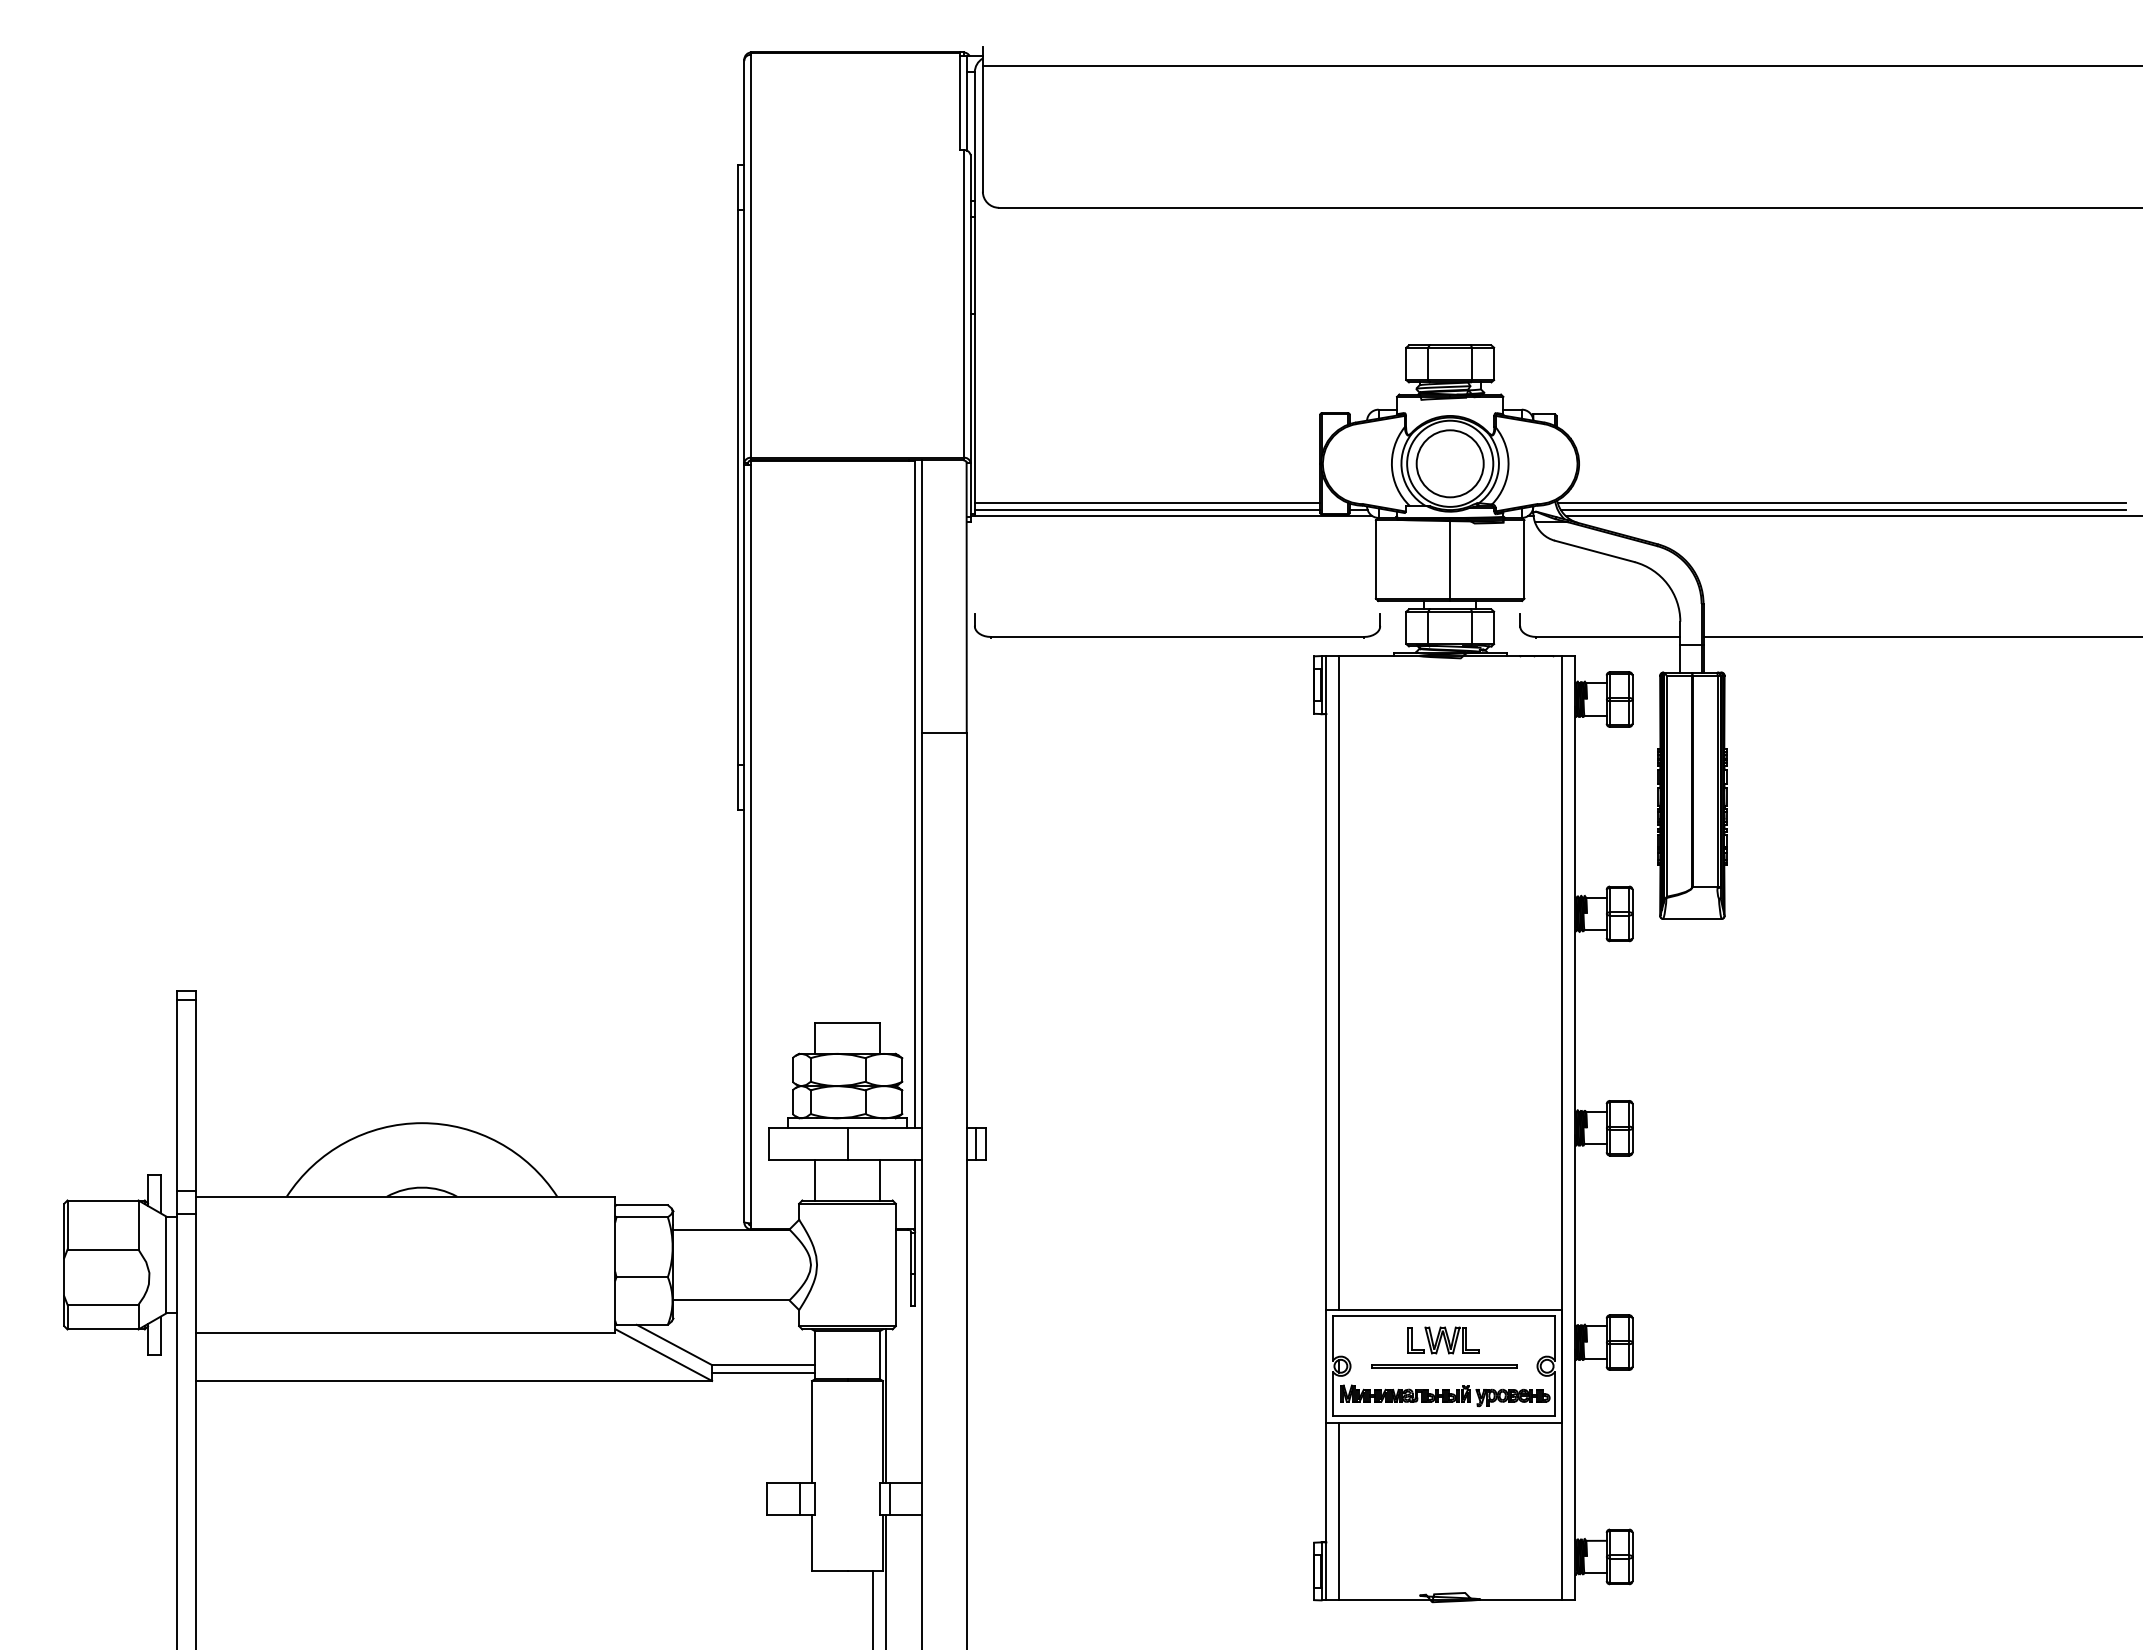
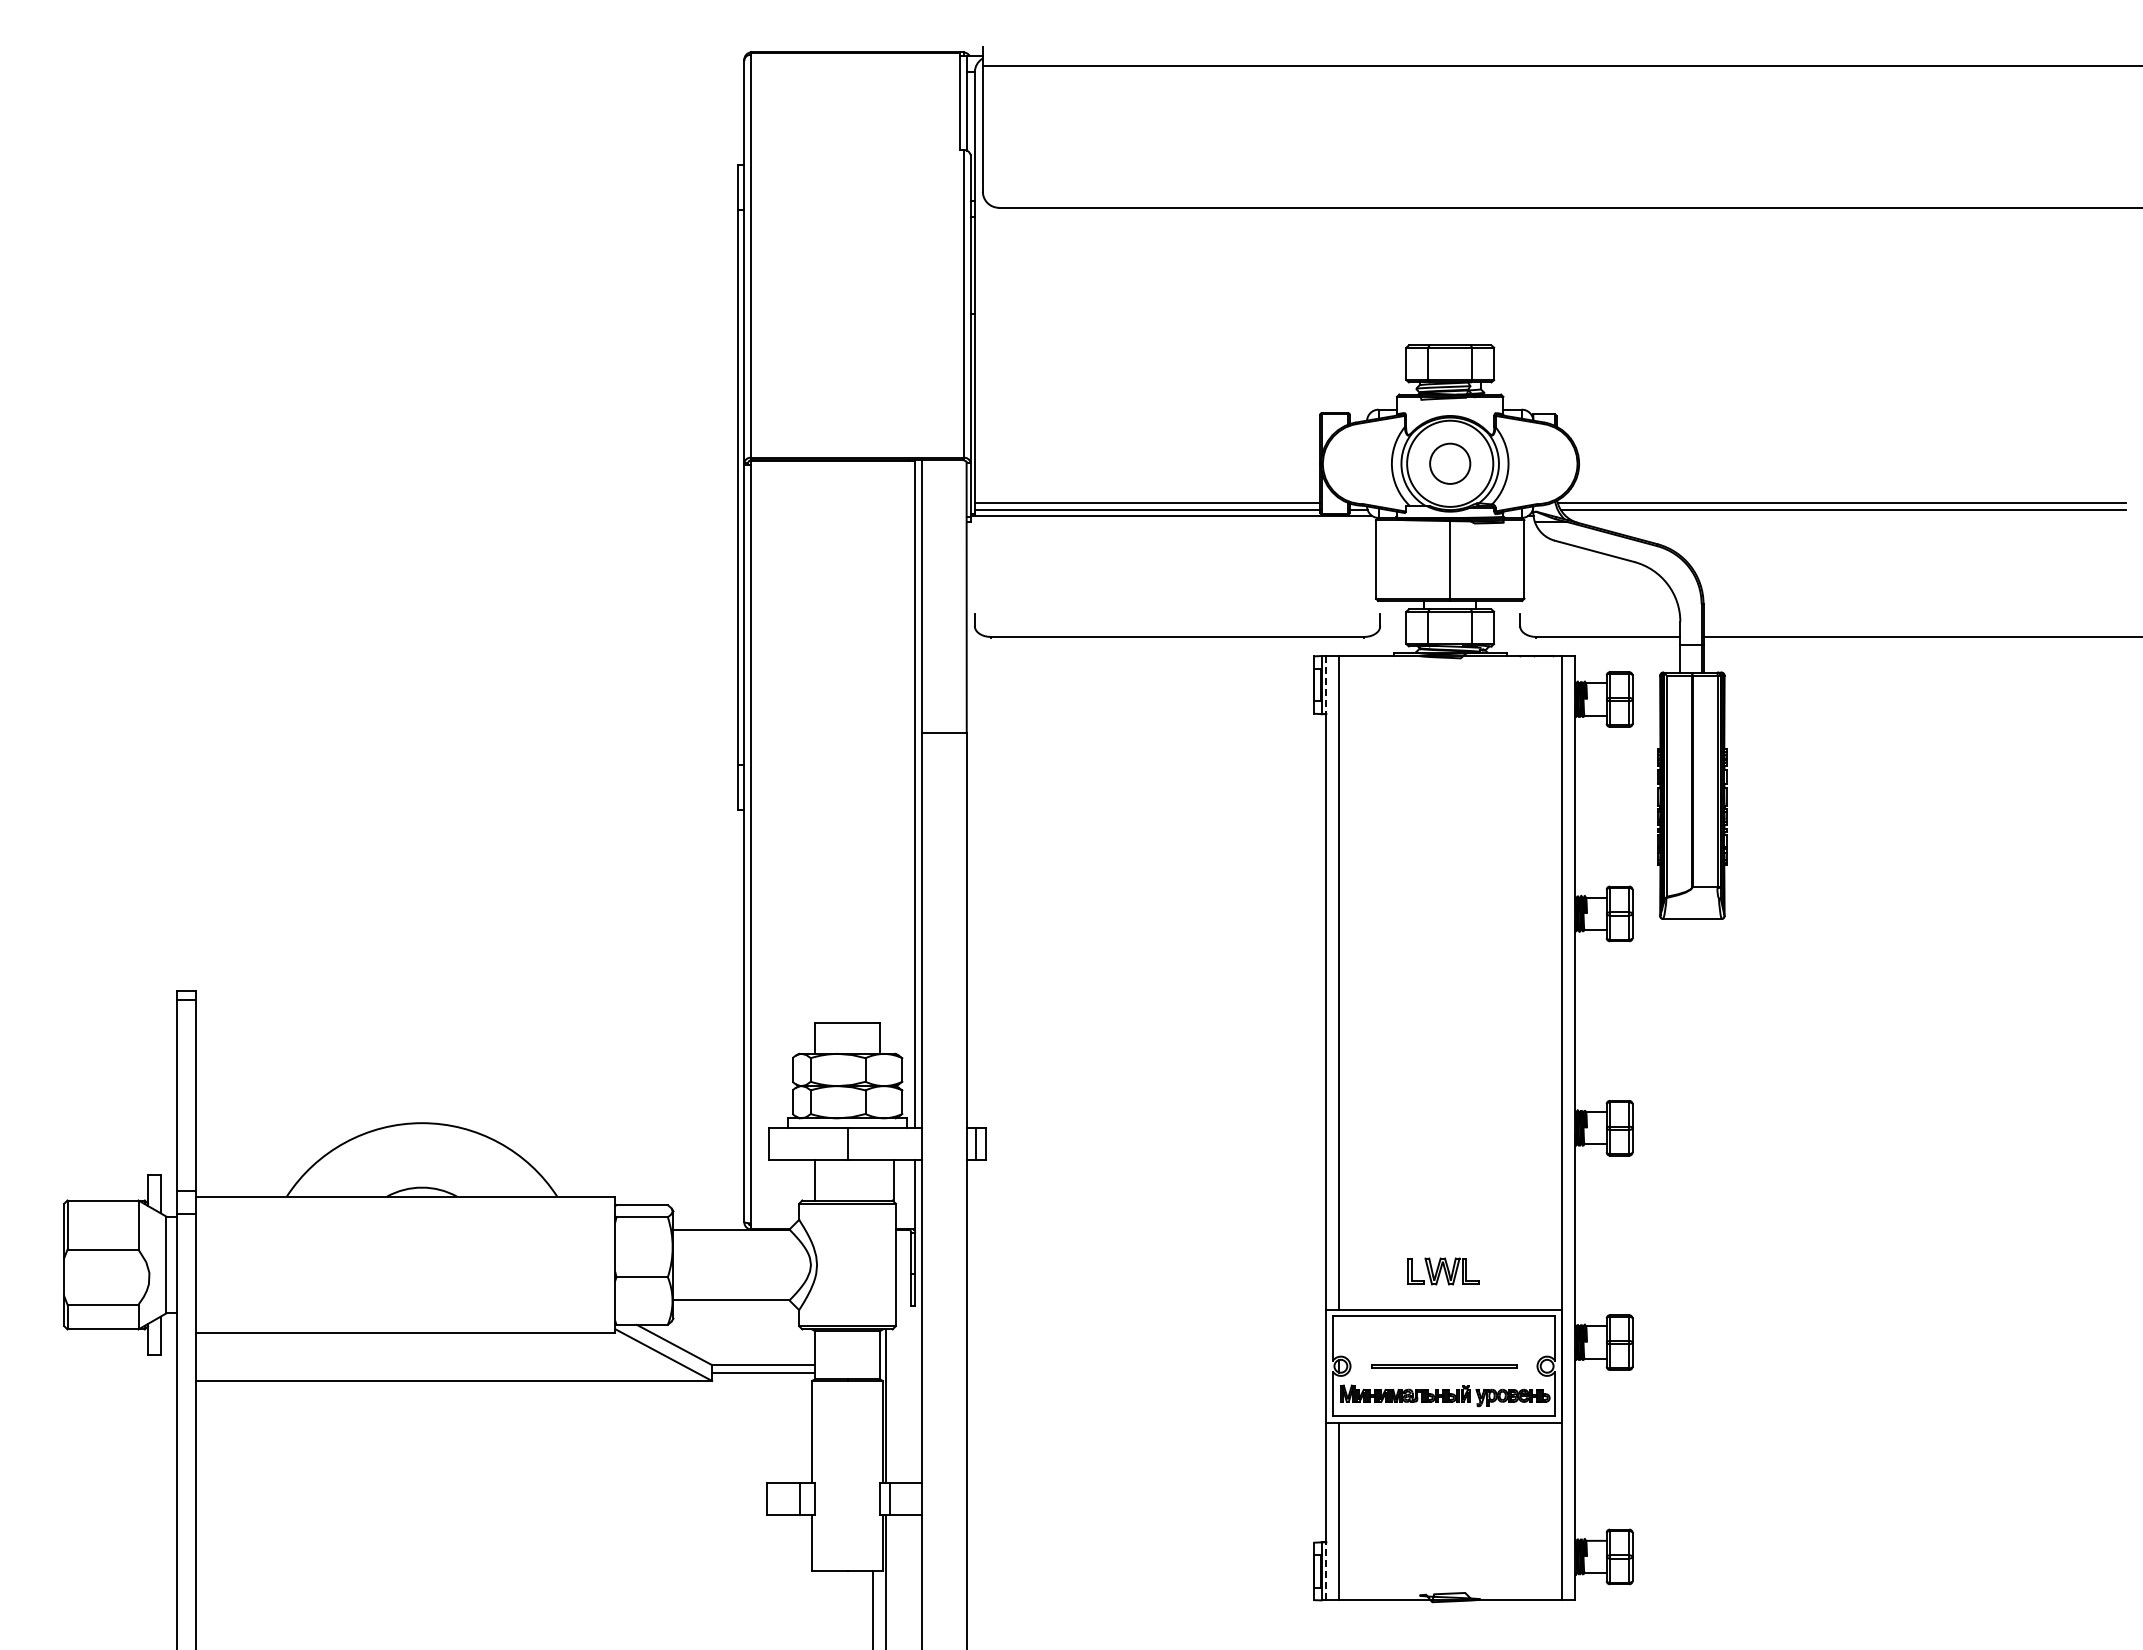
circle at (1449, 463) diameter: 67 px -> 40 px
line at (1852, 515): present -> none
line at (1326, 685): solid -> dashed
line at (879, 1180) position: (879, 1180) -> (893, 1180)
part at (1443, 1340) position: (1443, 1340) -> (1443, 1271)
line at (1326, 1570): solid -> dashed
